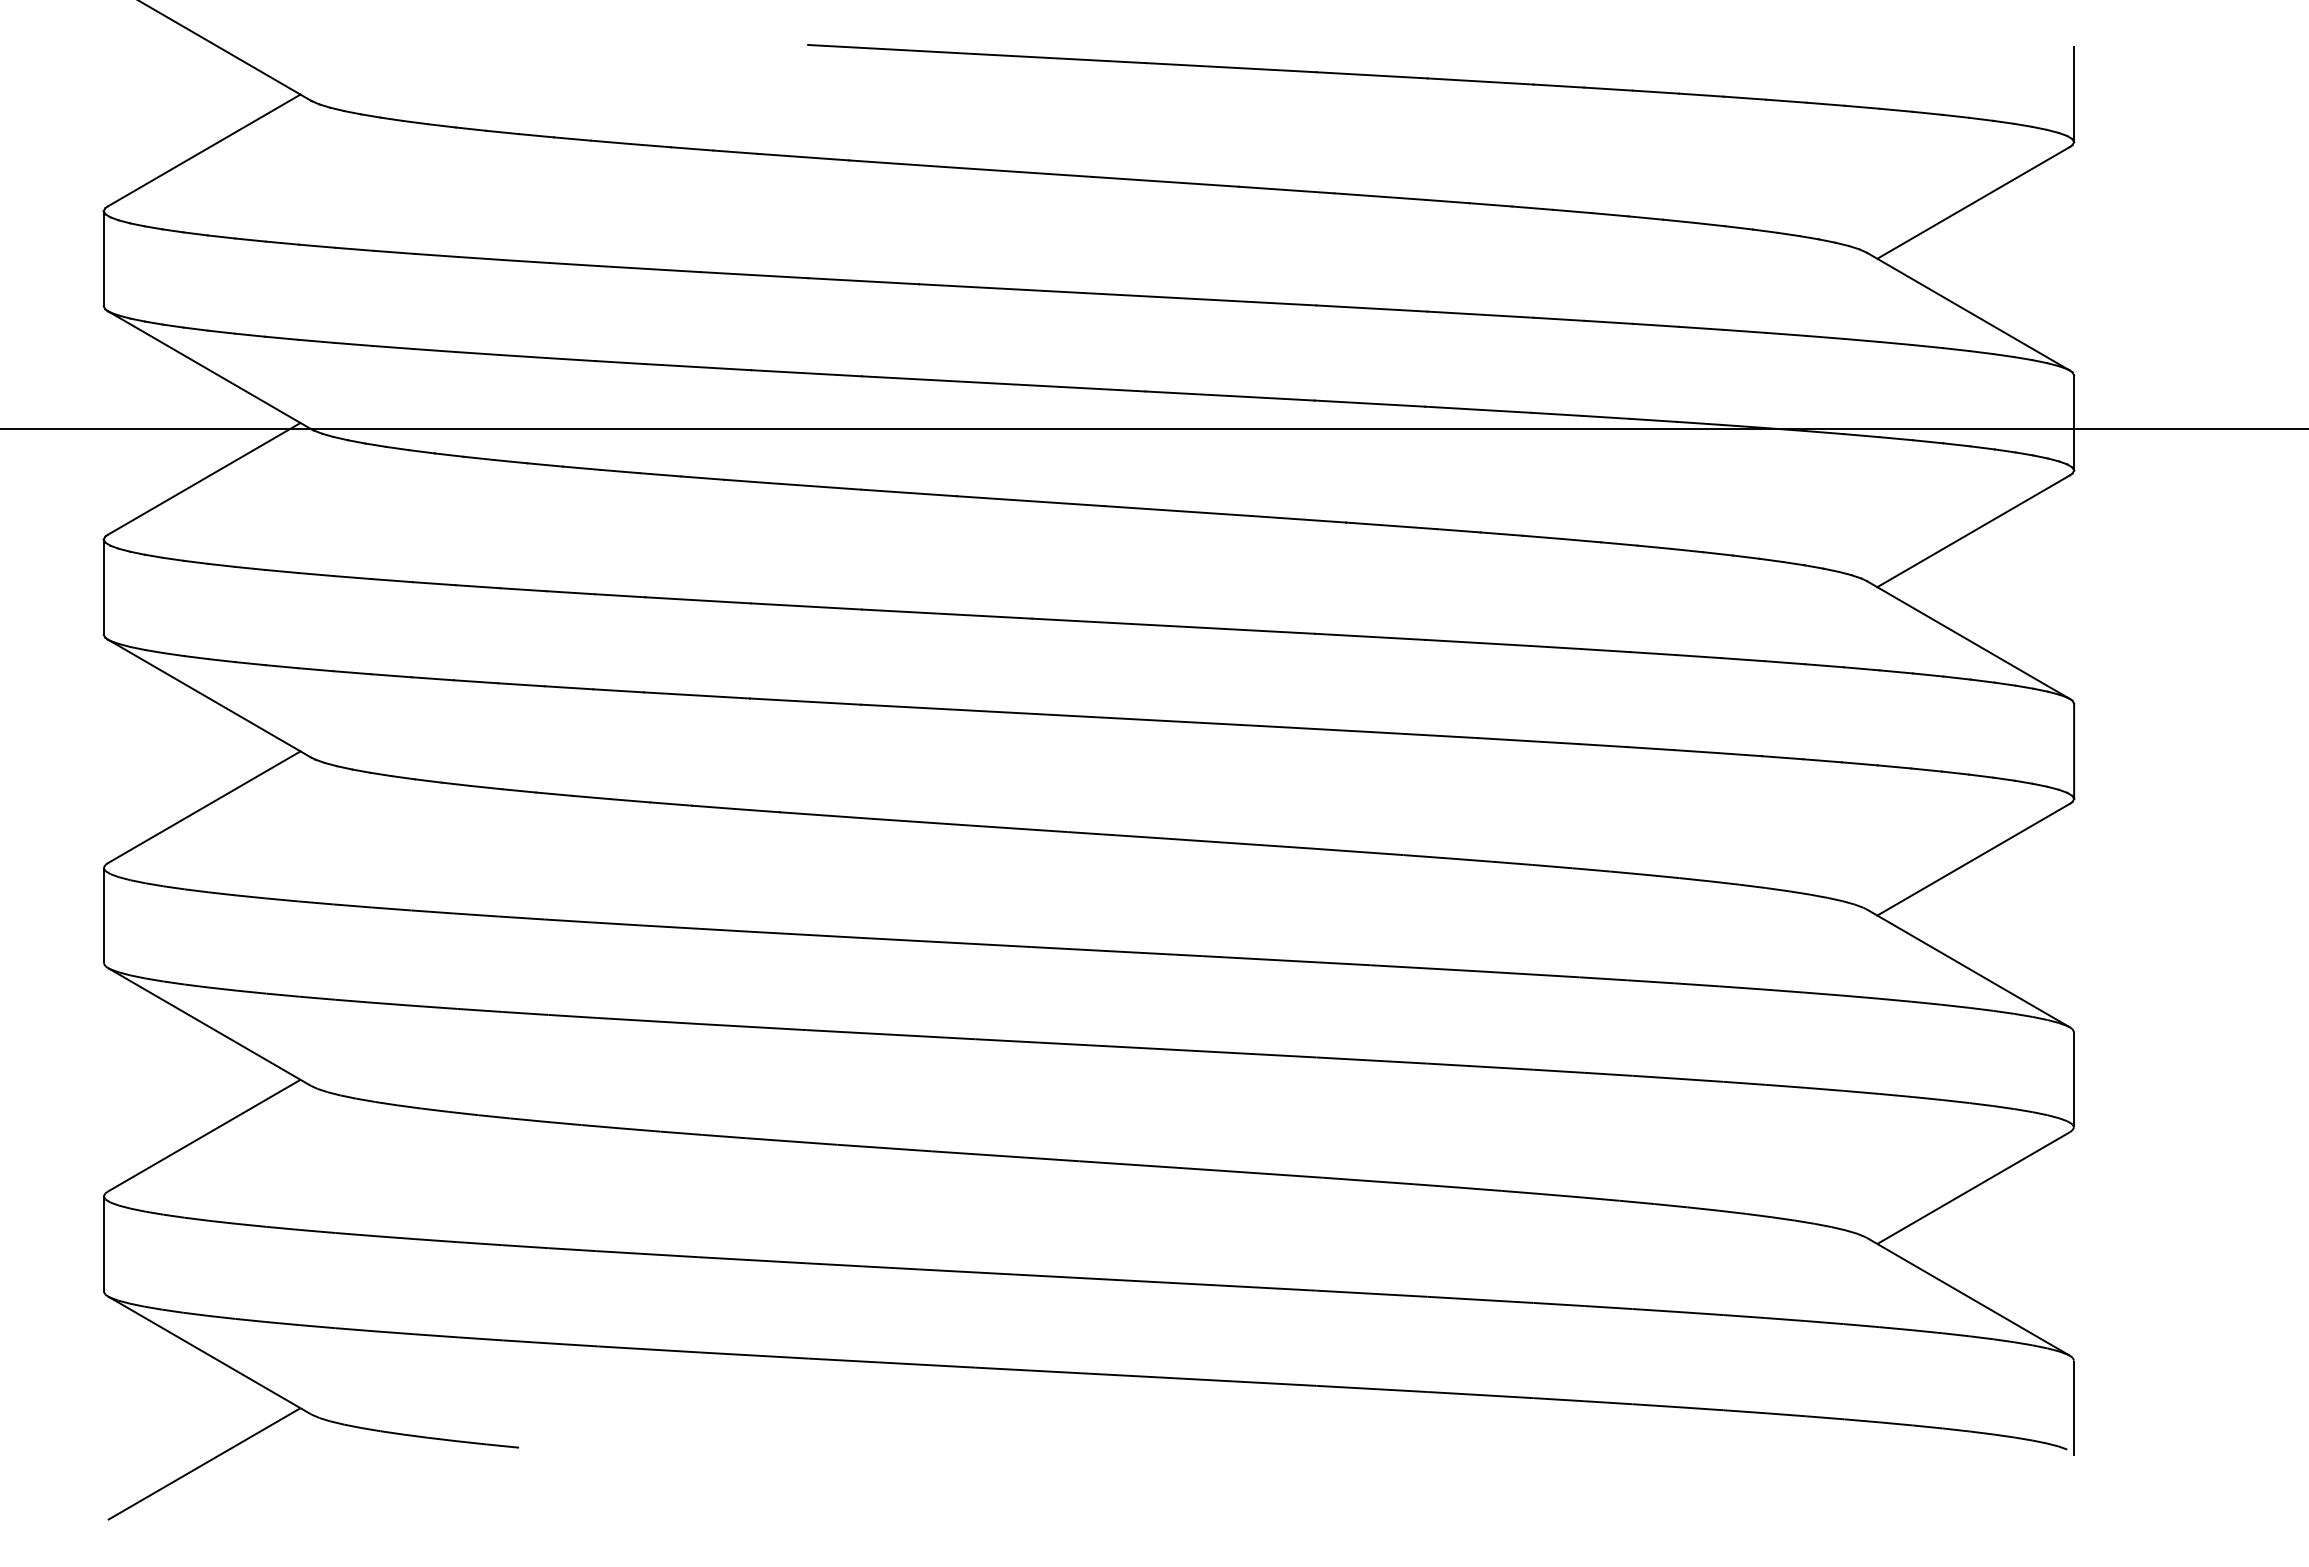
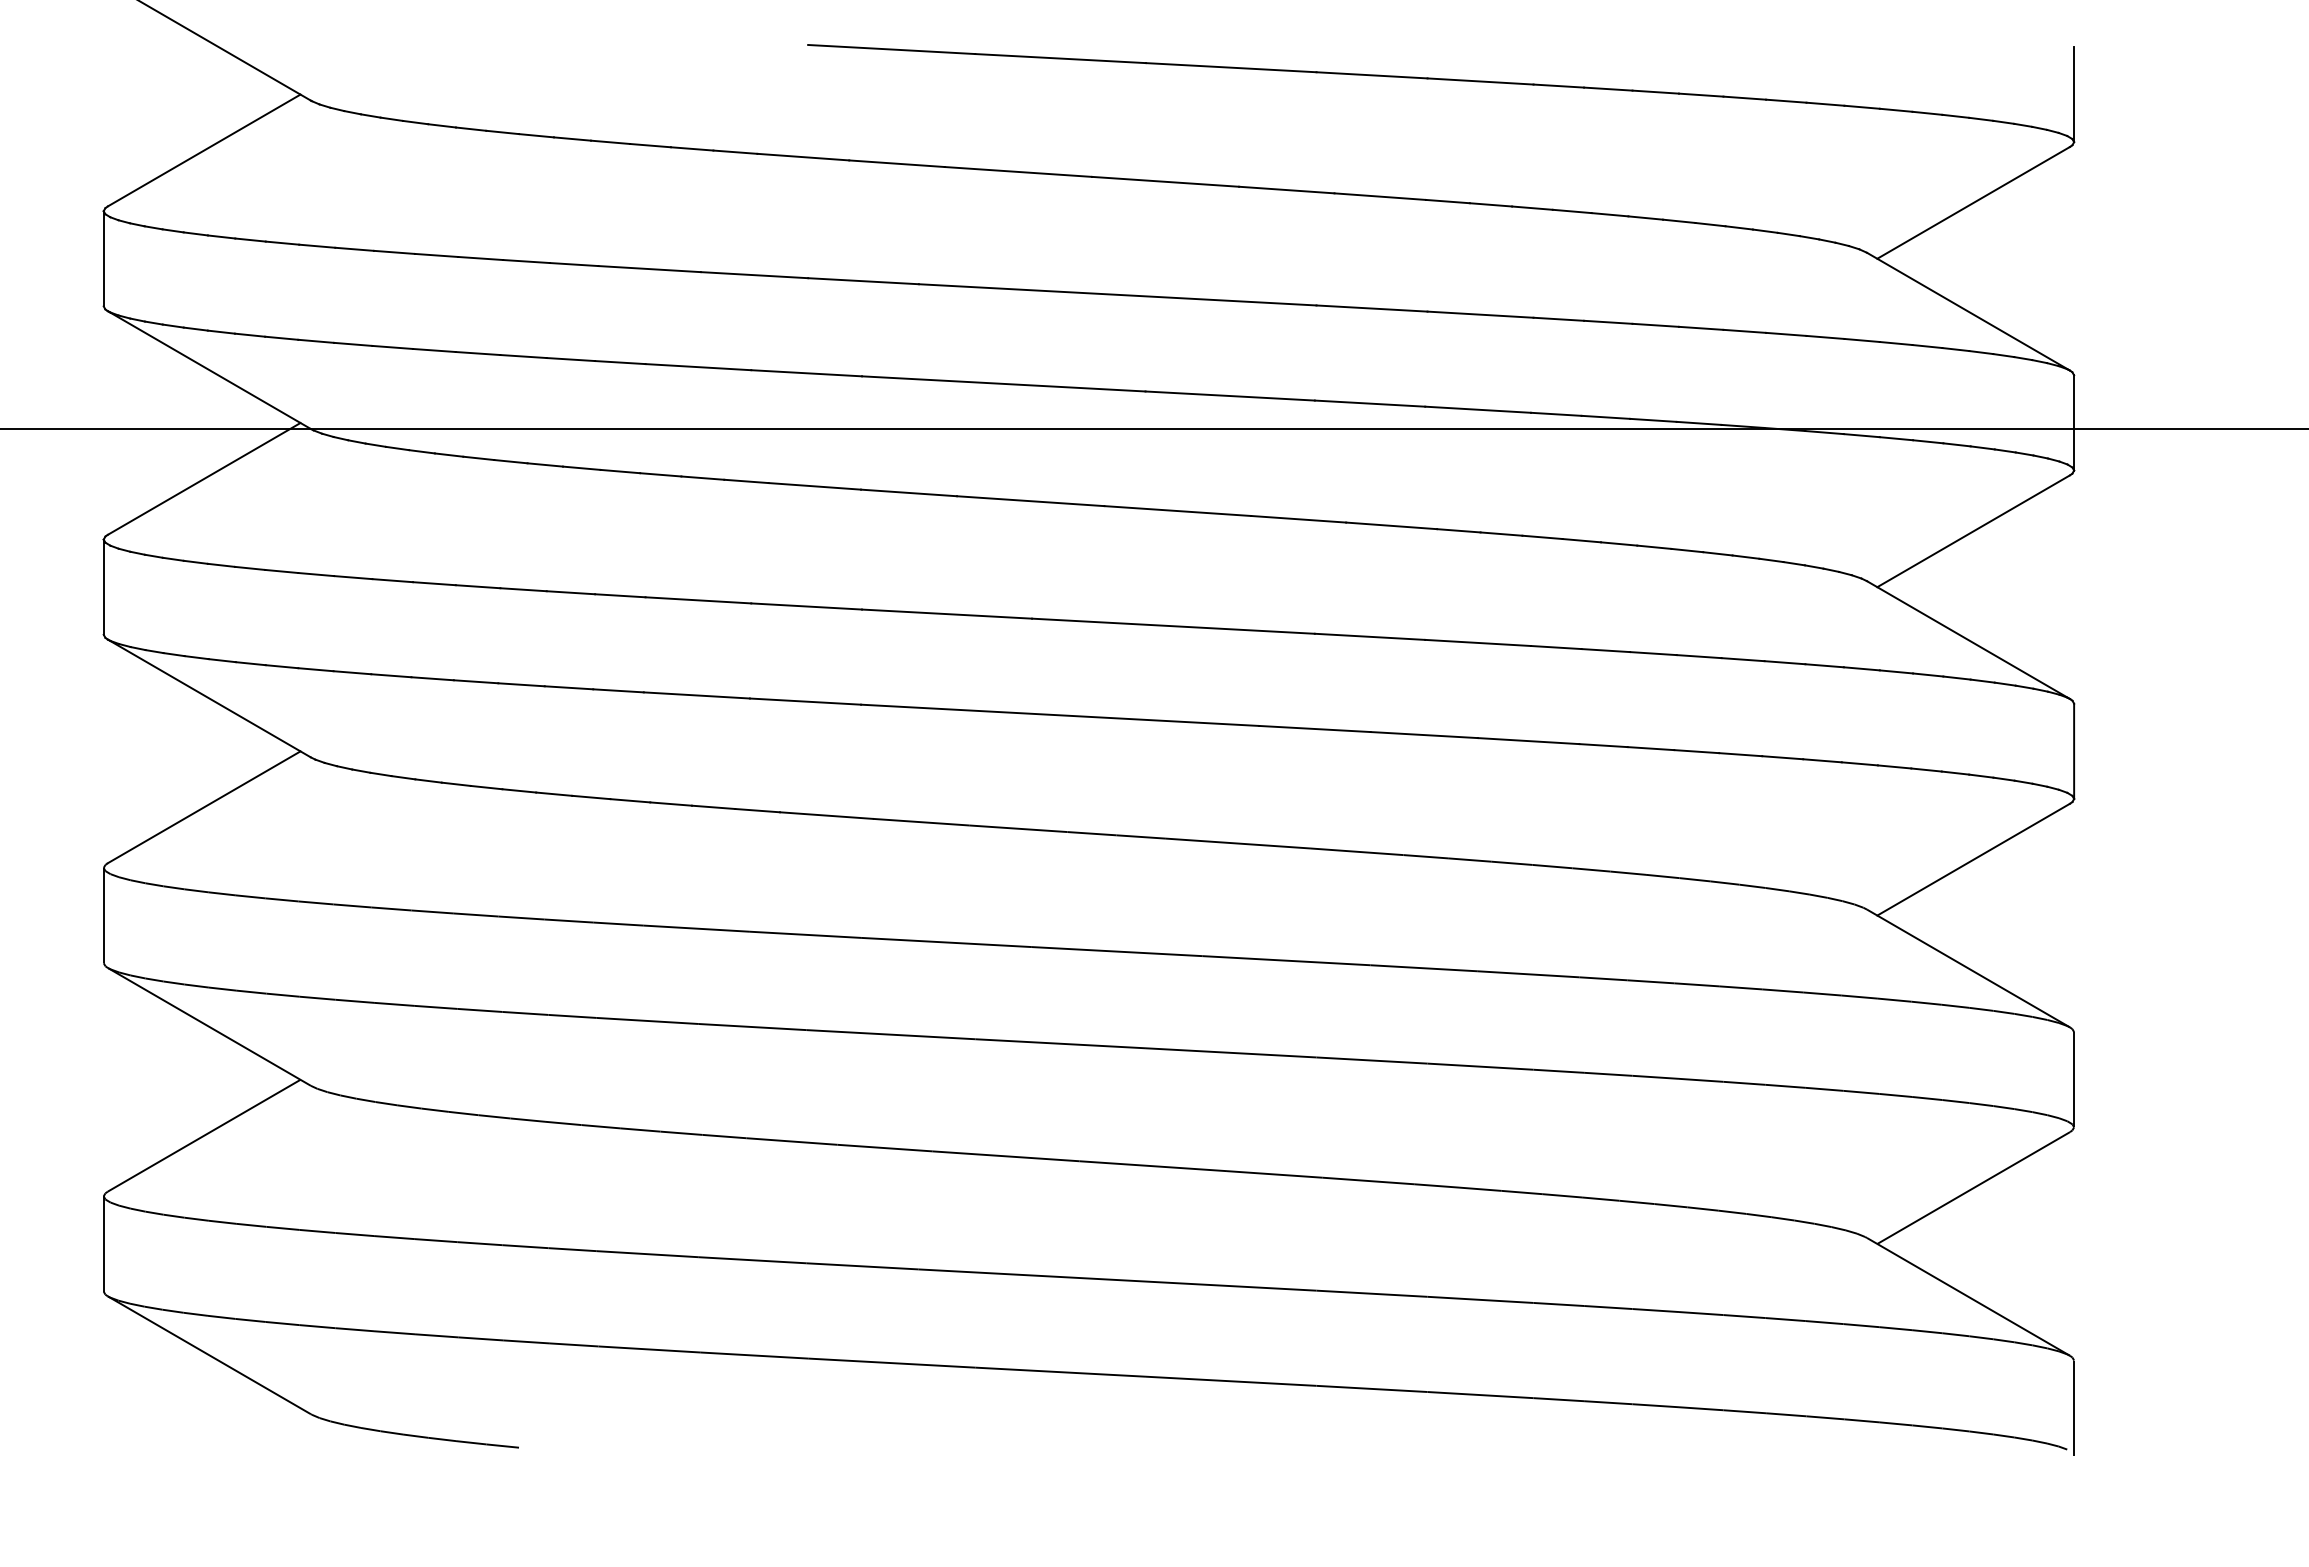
line at (203, 1464): present -> none
